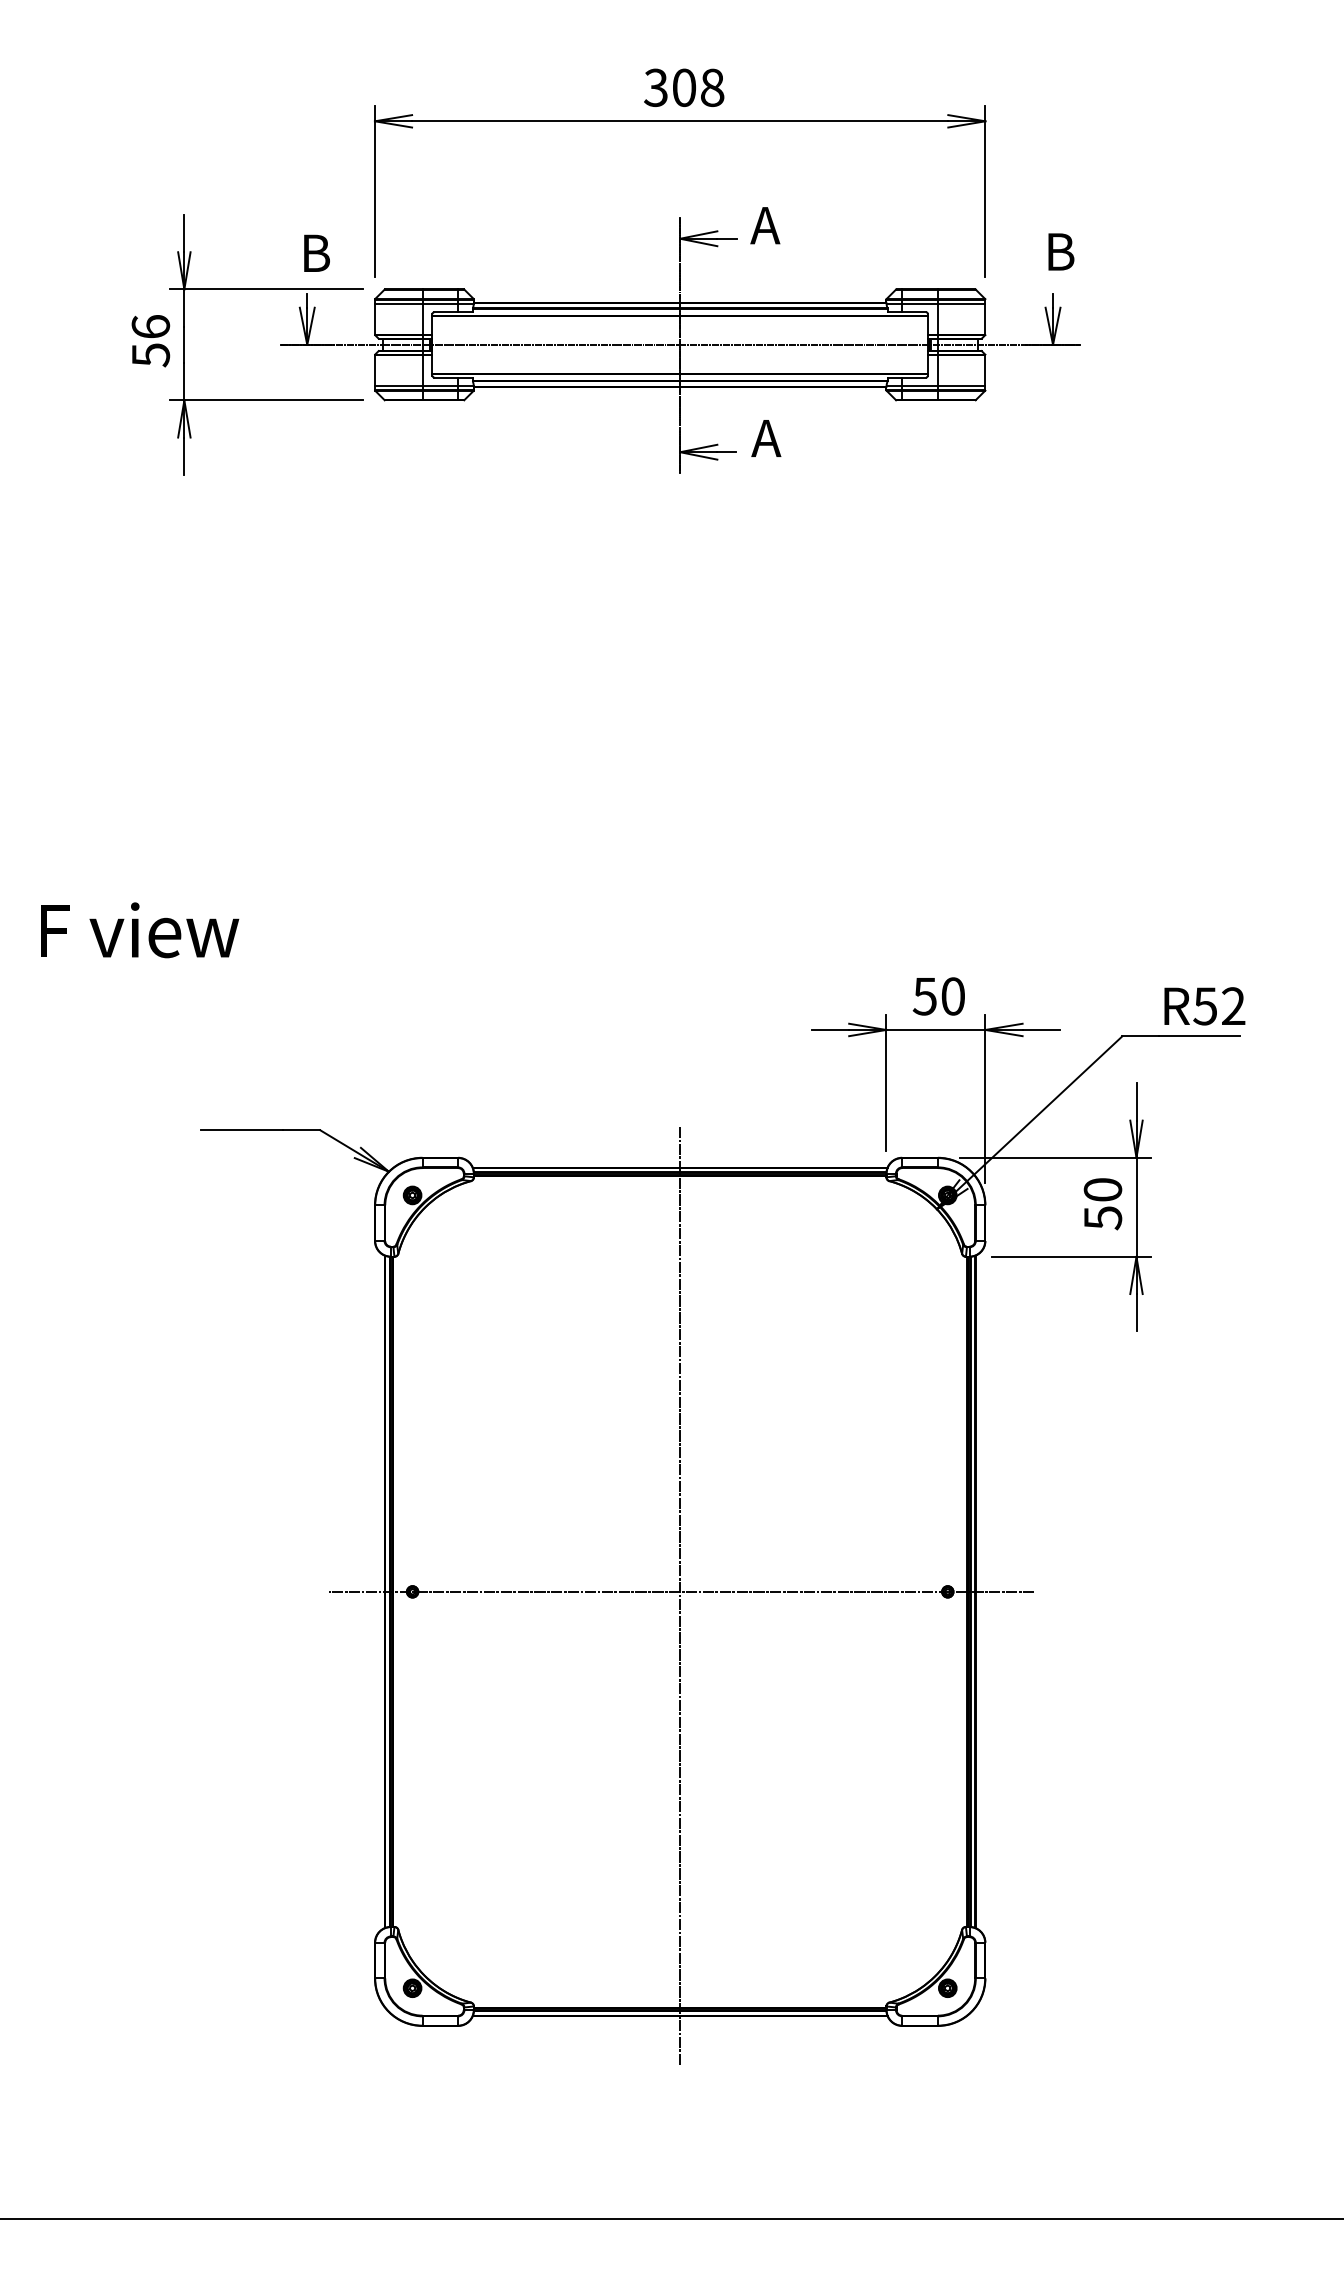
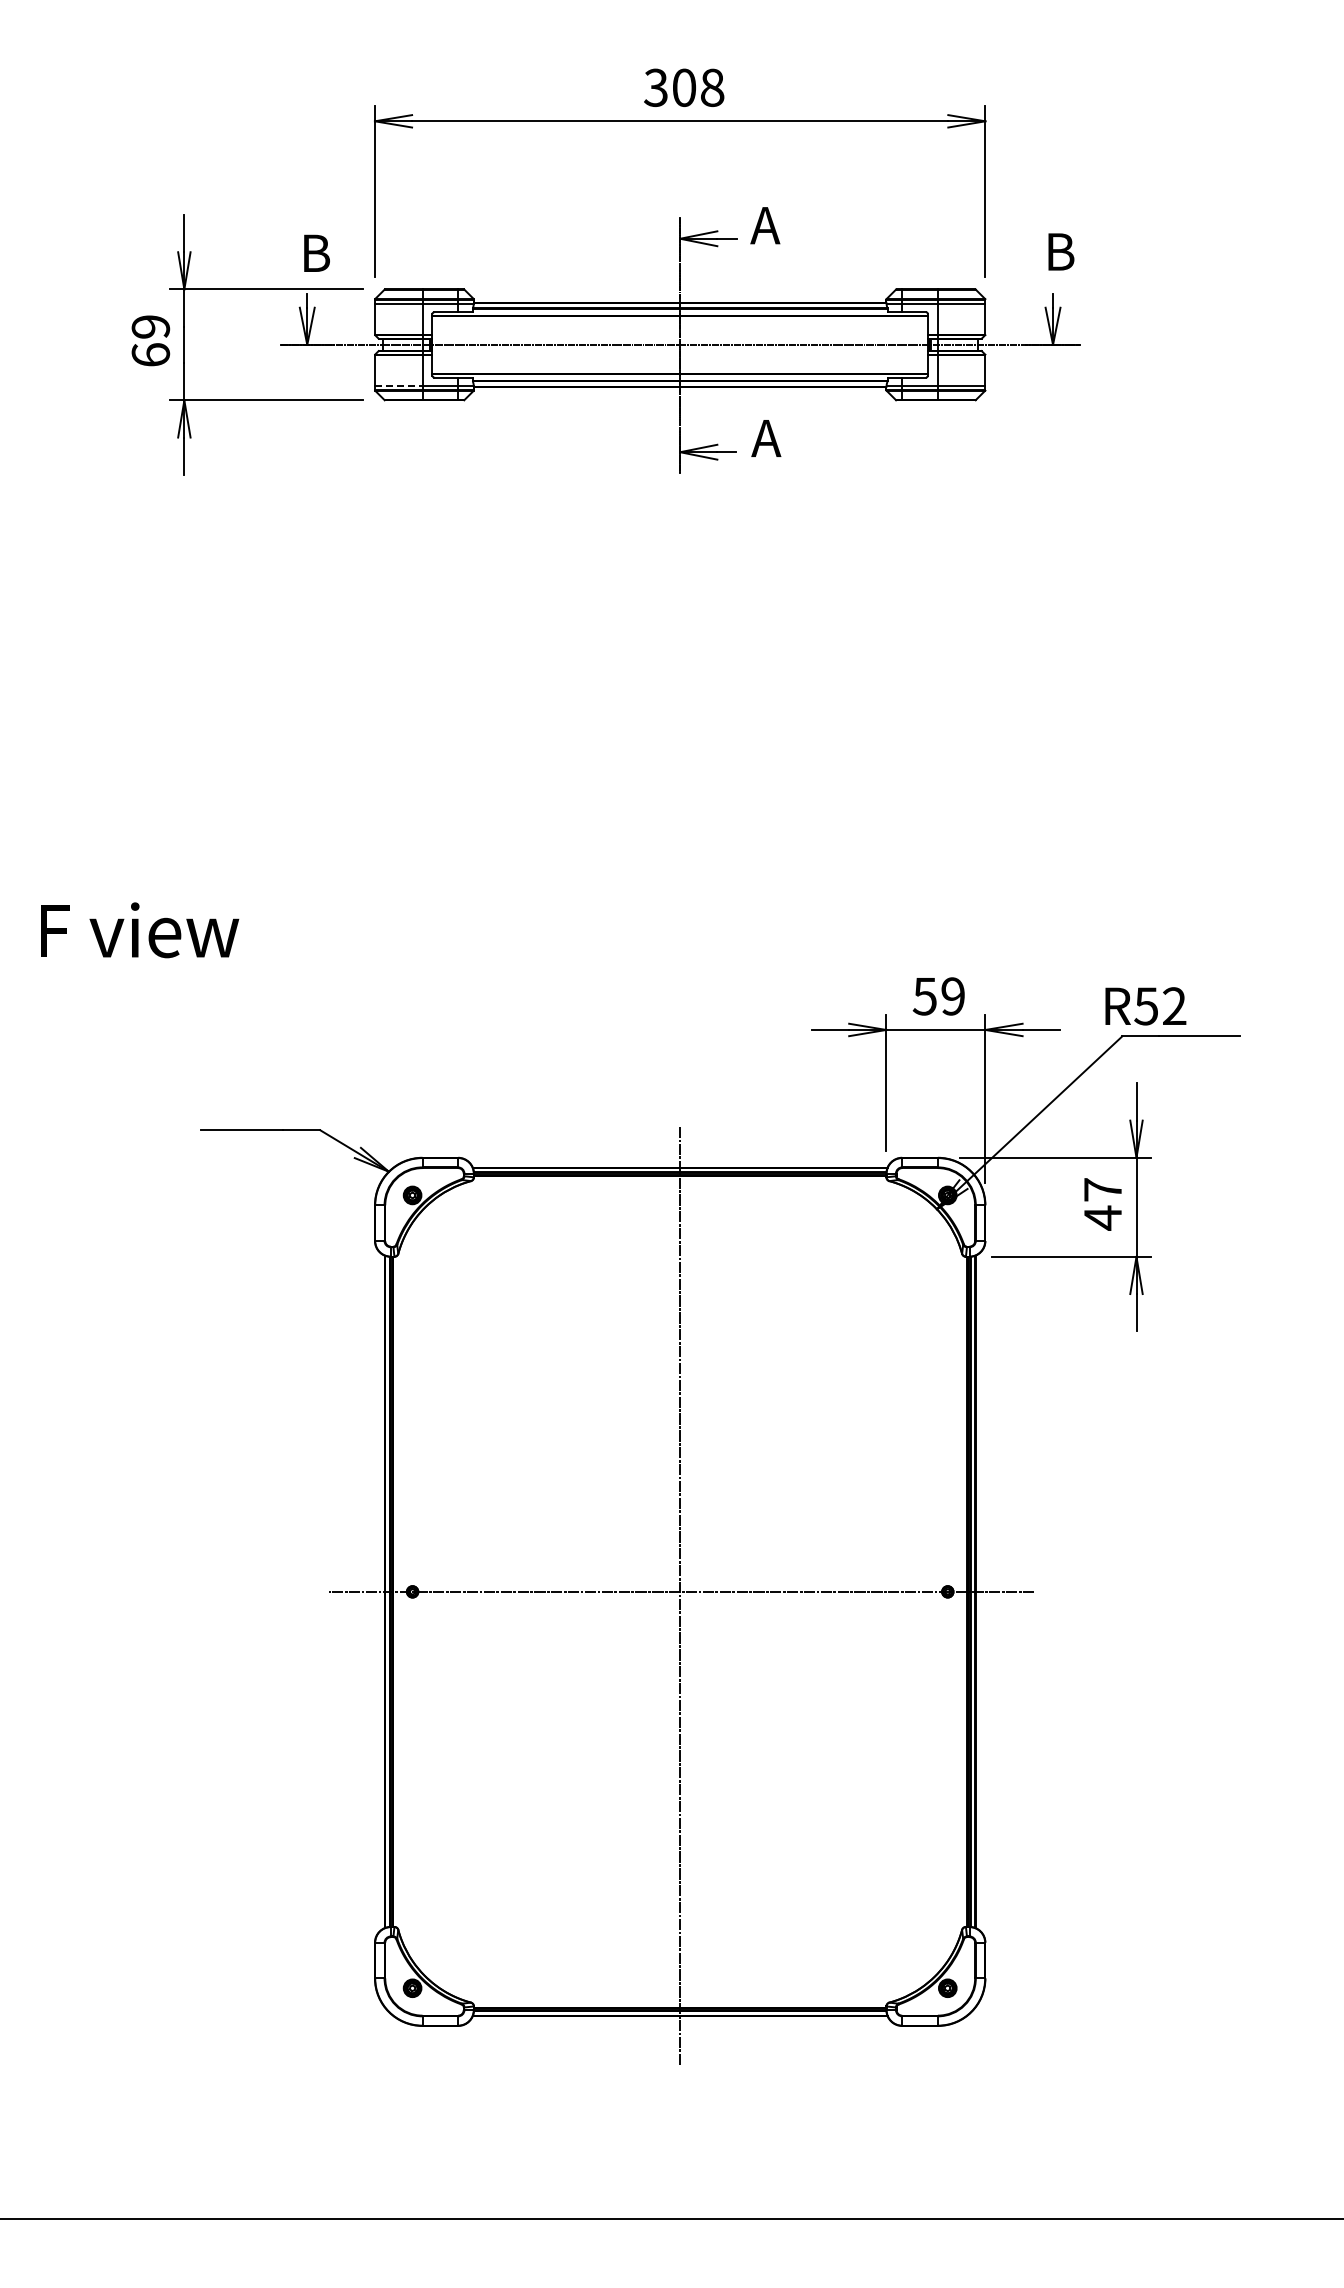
text at (150, 341): 56 -> 69
line at (398, 385): solid -> dashed
text at (952, 996): 50 -> 59
text at (1204, 1006) position: (1204, 1006) -> (1145, 1006)
text at (1102, 1204): 50 -> 47
